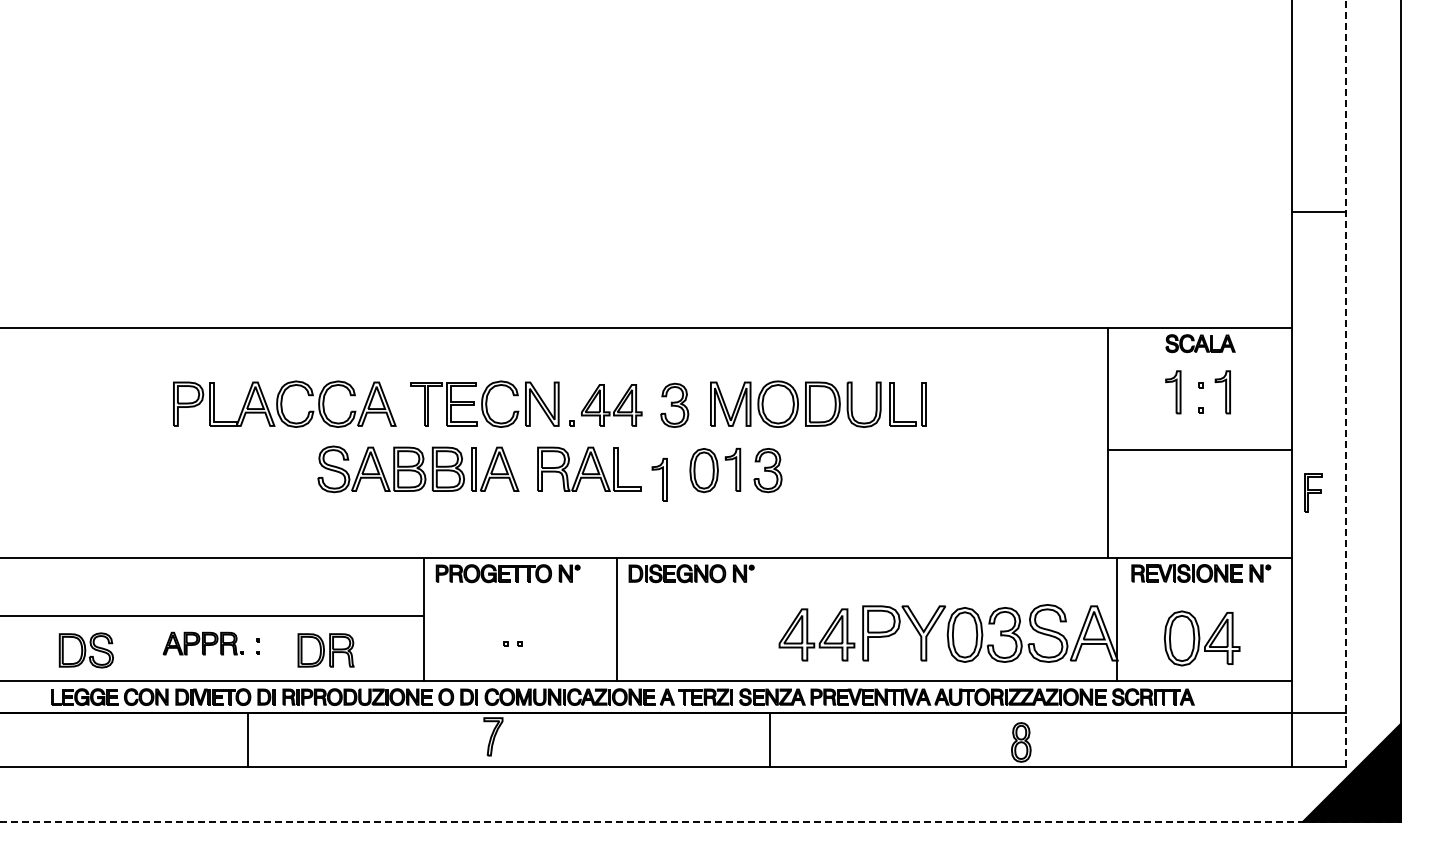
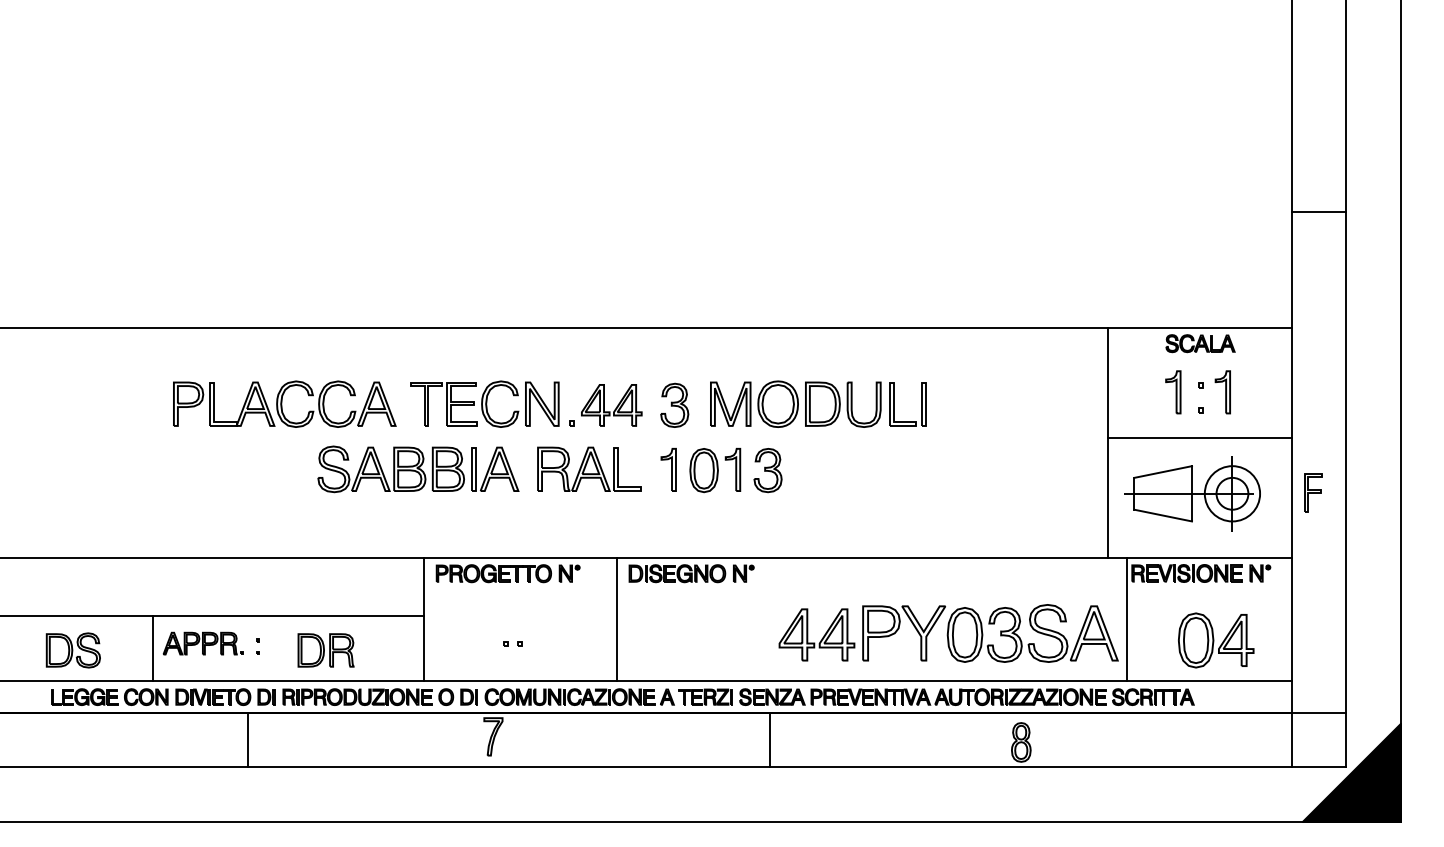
line at (1346, 383): dashed -> solid
line at (1199, 449) position: (1199, 449) -> (1199, 437)
part at (659, 479) position: (659, 479) -> (668, 469)
part at (1192, 493): none -> present
line at (1117, 619) position: (1117, 619) -> (1127, 619)
part at (1202, 638) position: (1202, 638) -> (1216, 640)
line at (152, 647): none -> present
part at (85, 650) position: (85, 650) -> (72, 650)
line at (700, 821): dashed -> solid
